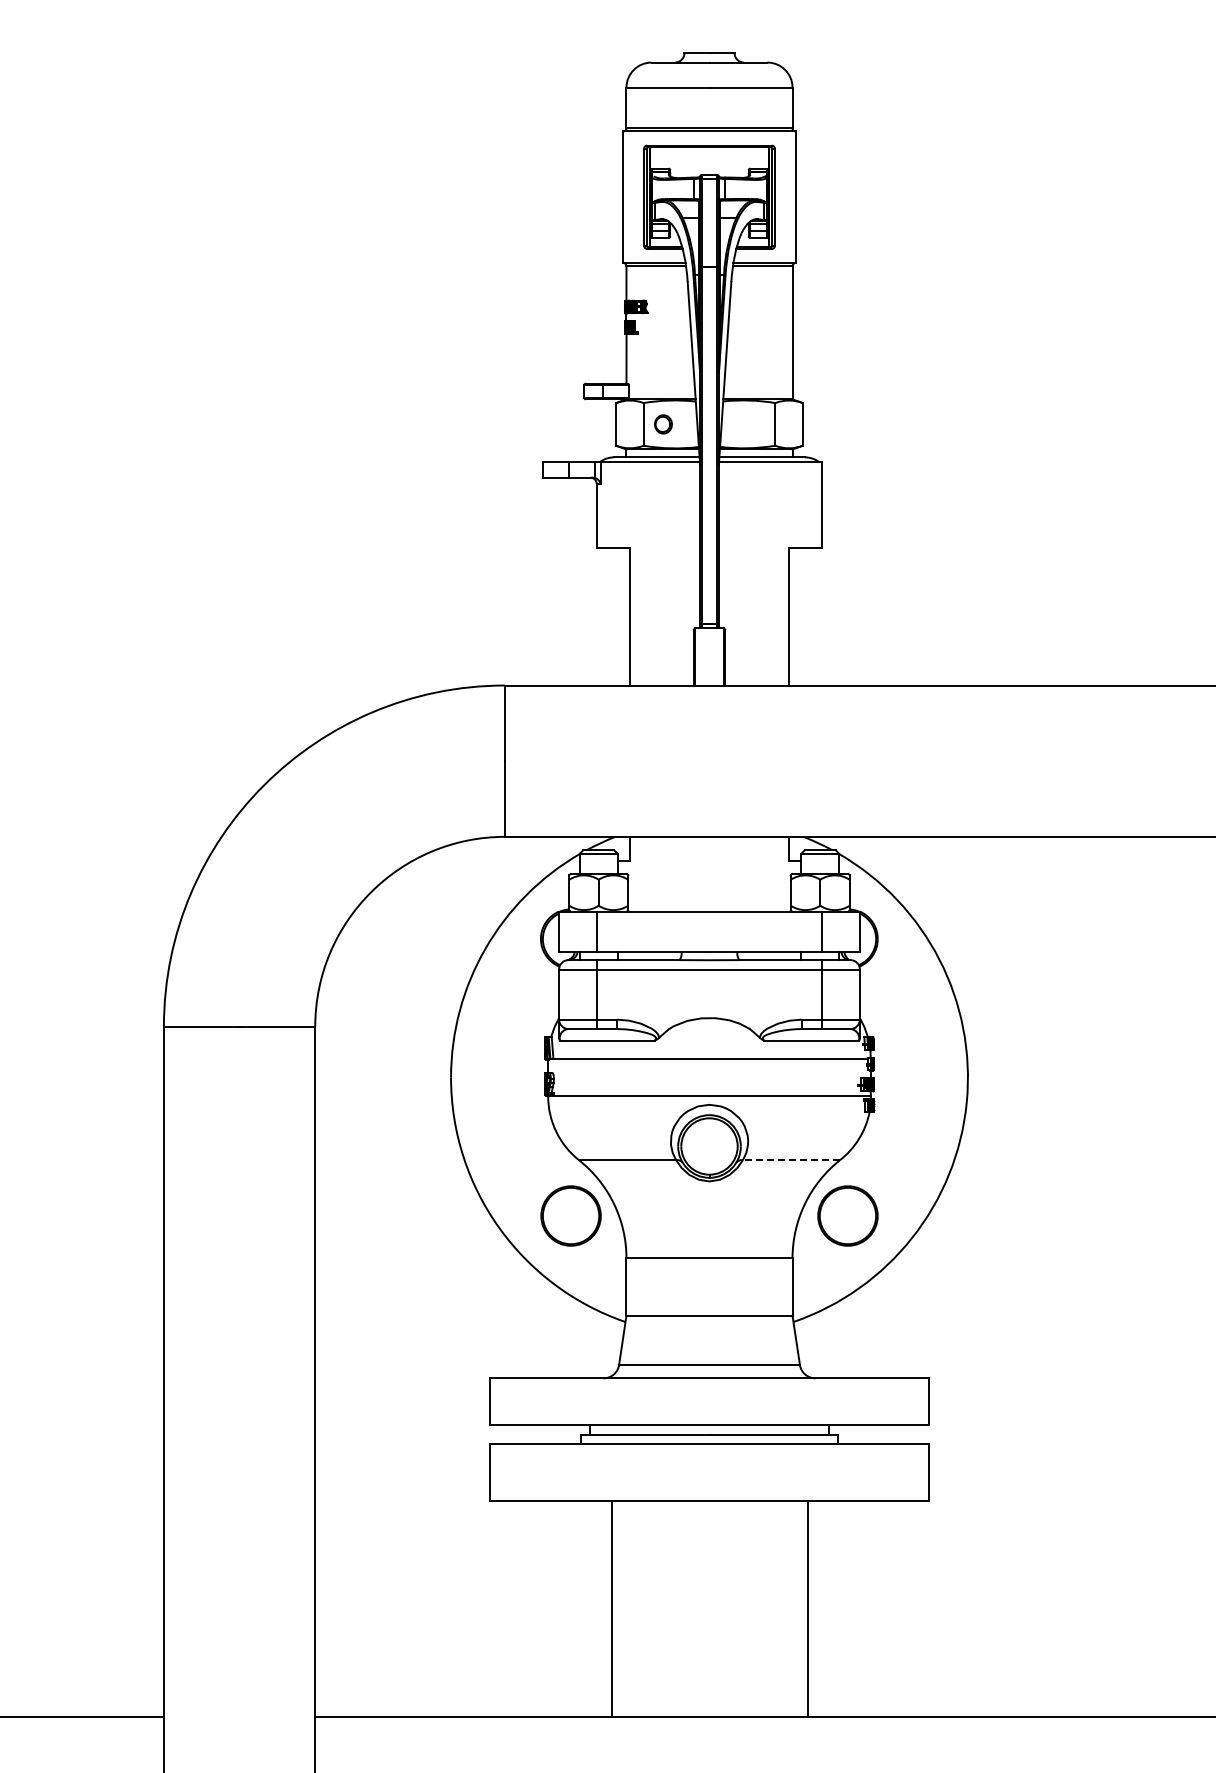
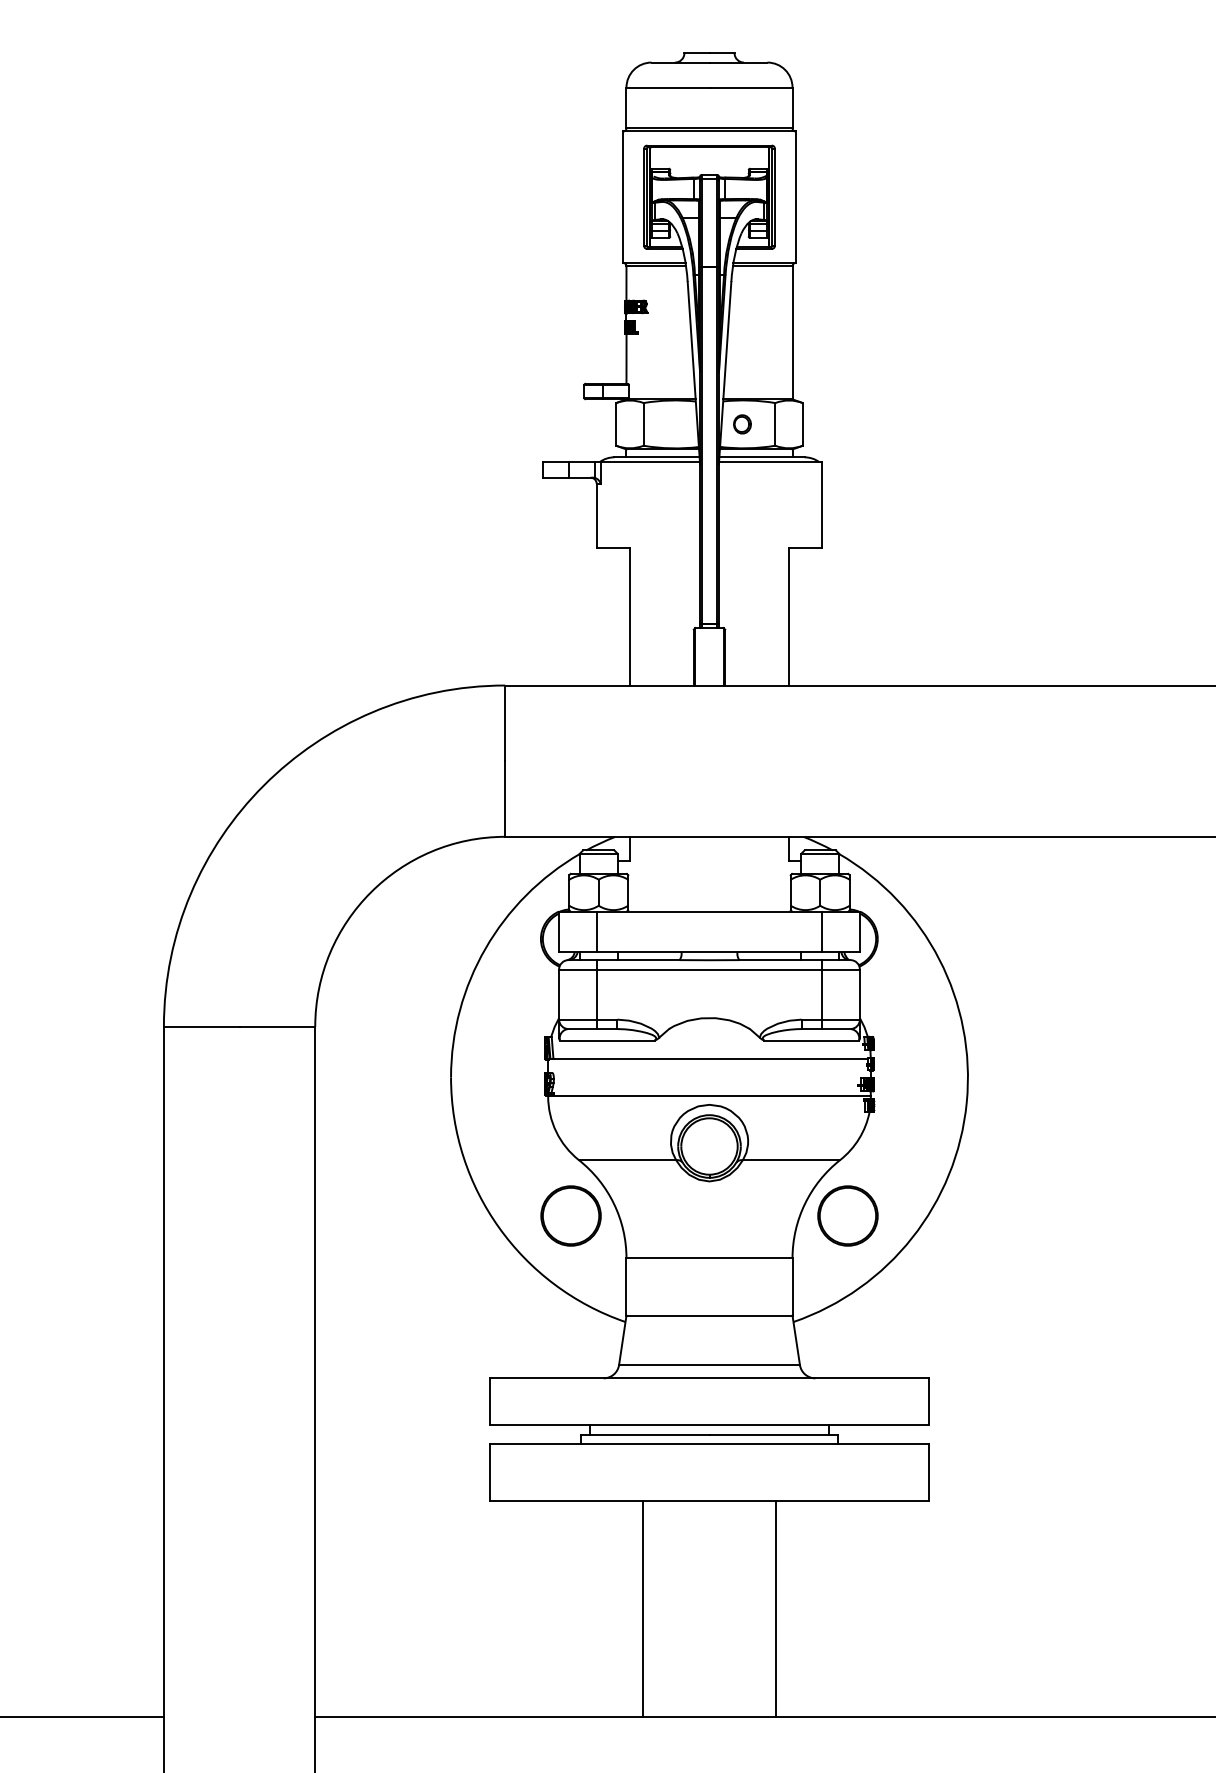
part at (663, 424) position: (663, 424) -> (742, 424)
line at (791, 1160): dashed -> solid
line at (612, 1608) position: (612, 1608) -> (643, 1608)
line at (807, 1608) position: (807, 1608) -> (775, 1608)
